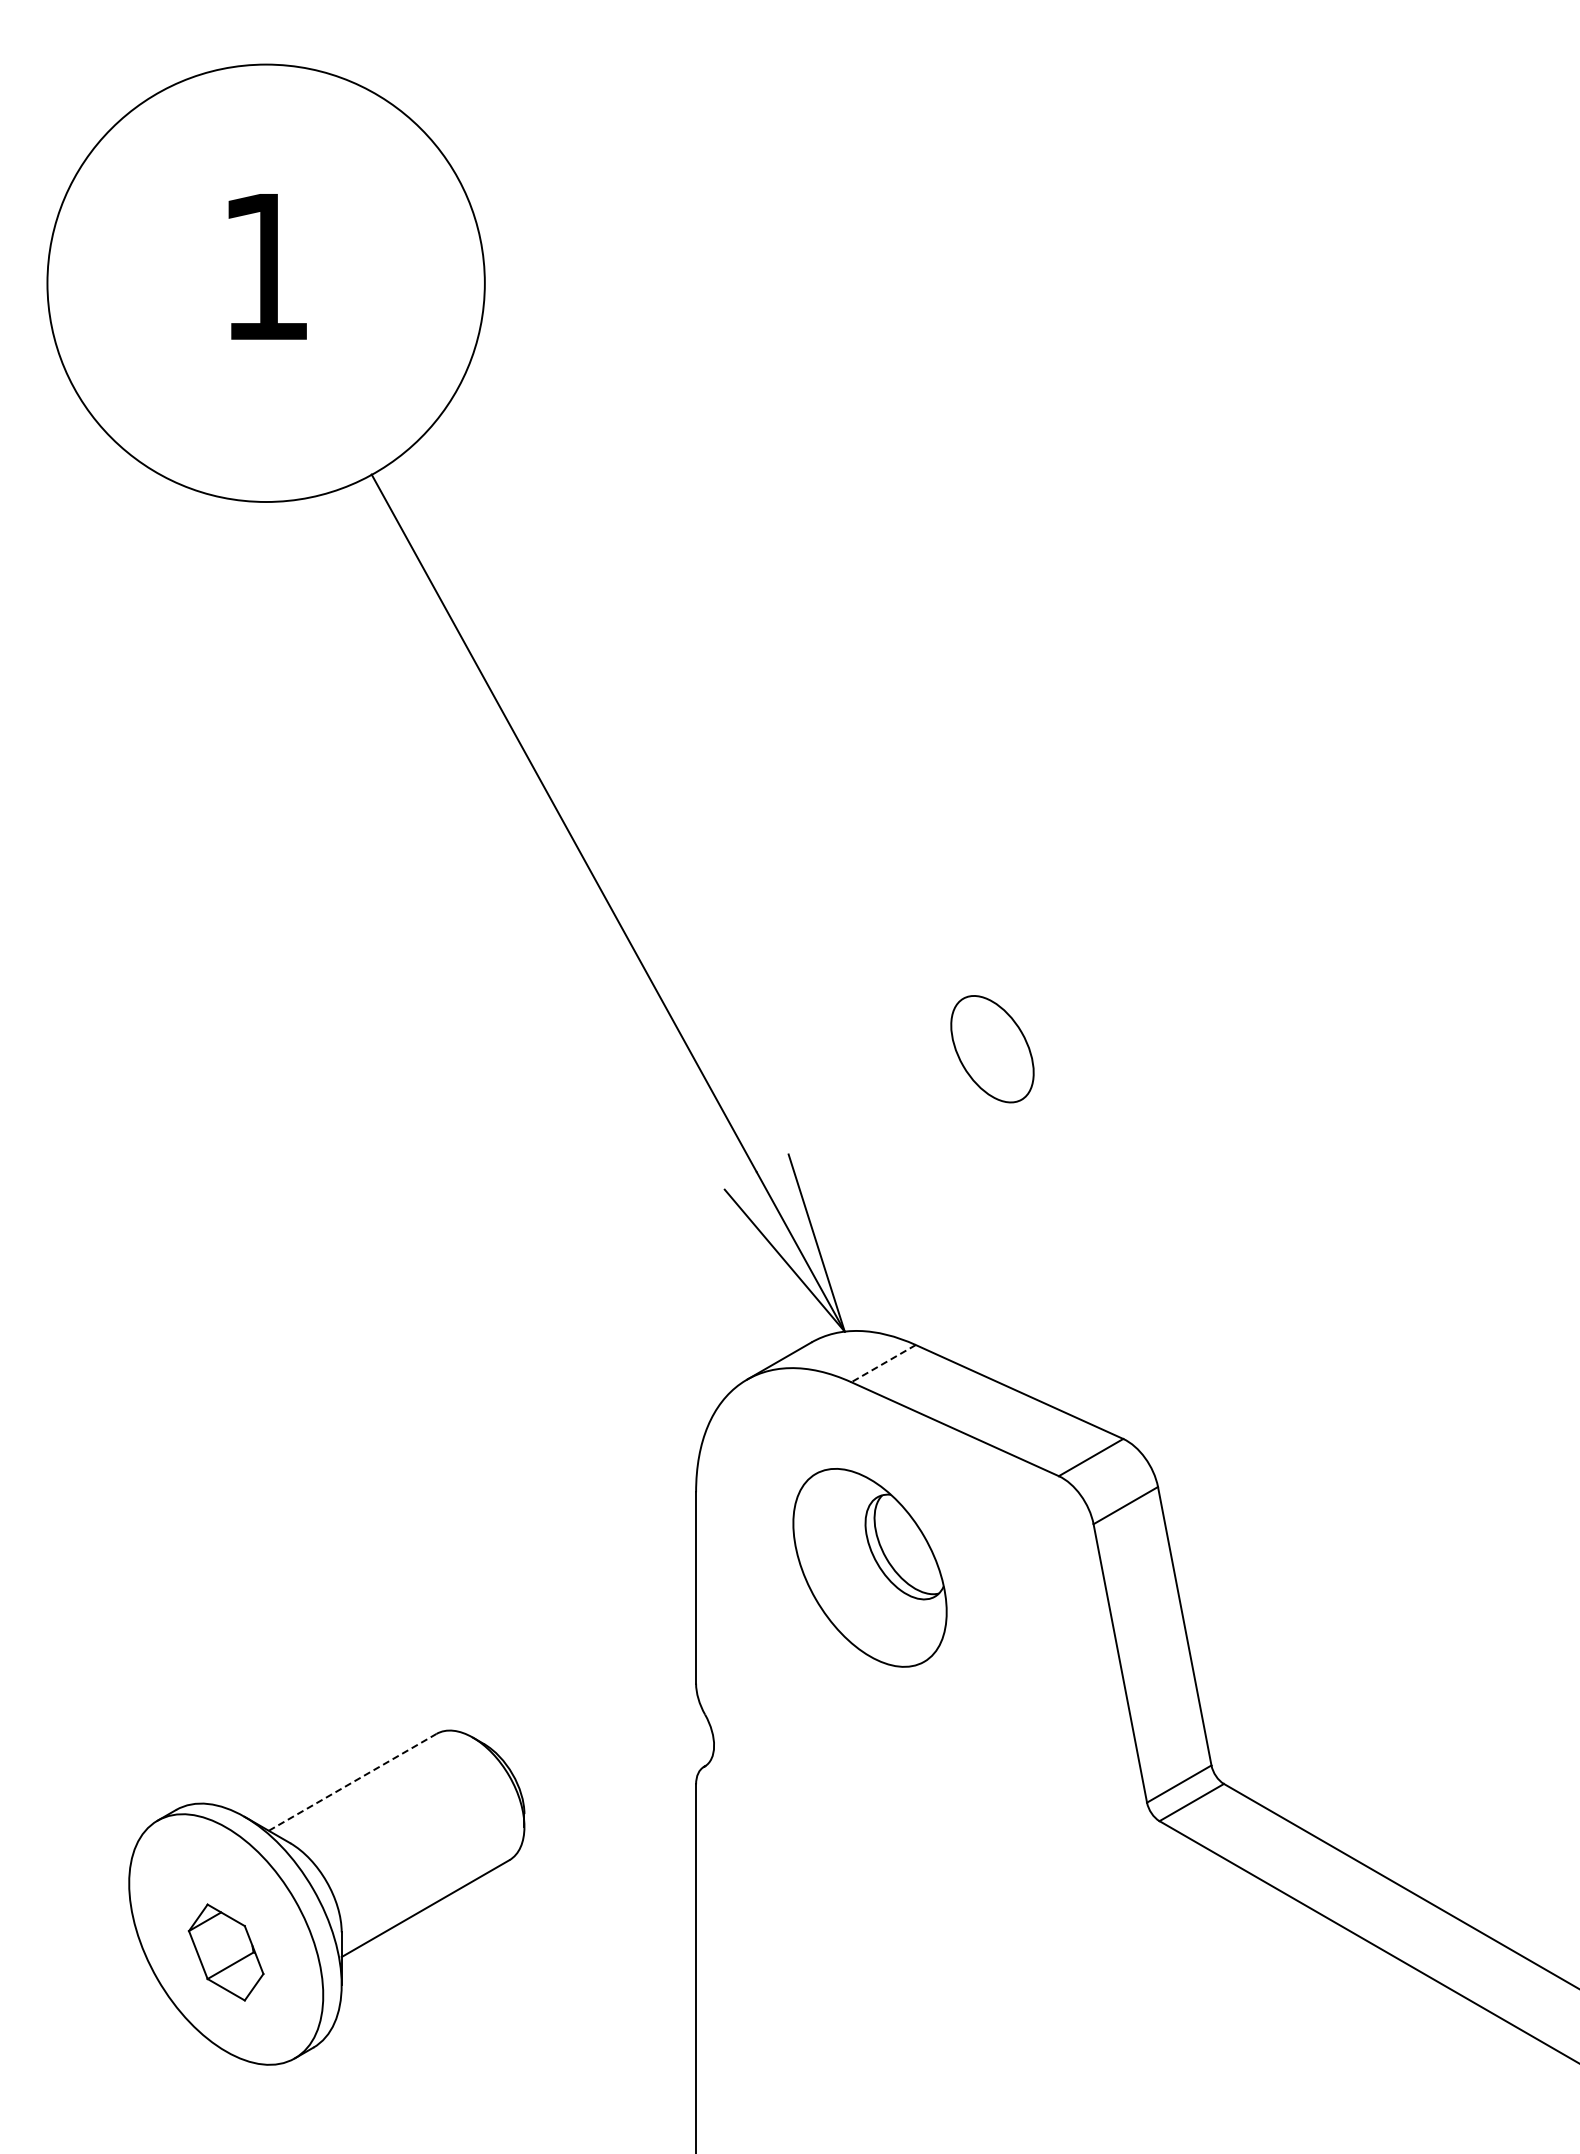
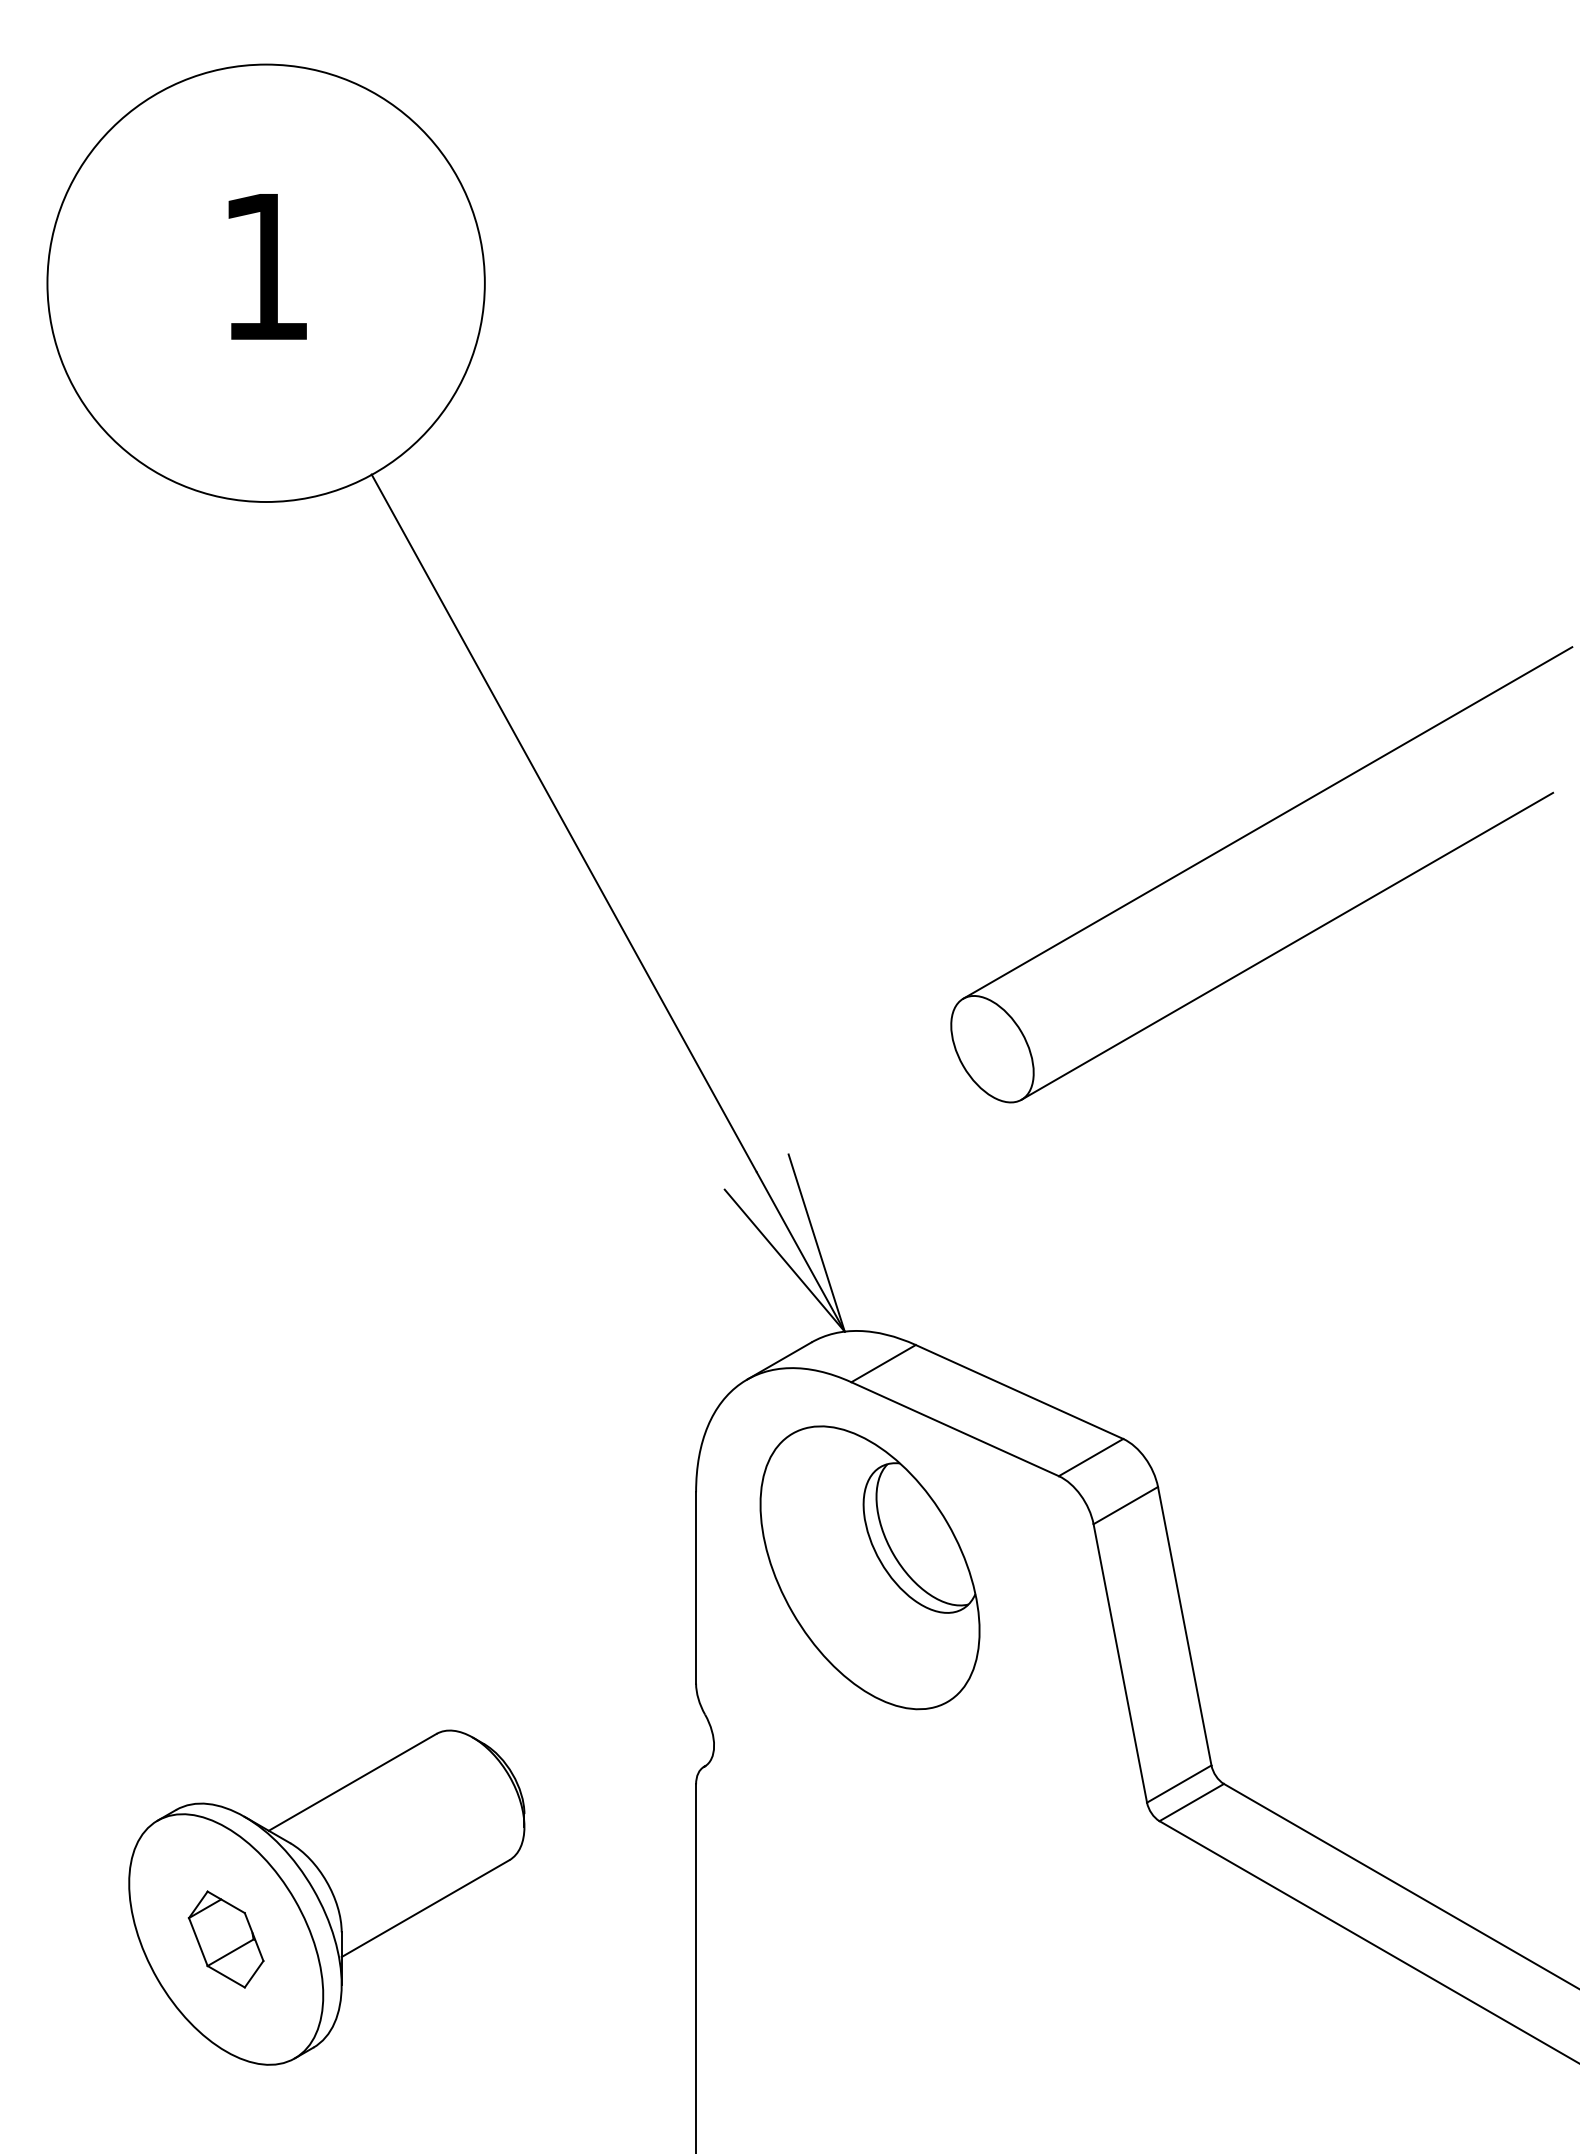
line at (1267, 822): none -> present
line at (1287, 945): none -> present
line at (883, 1363): dashed -> solid
part at (869, 1567) size: 156x200 px -> 222x286 px
line at (352, 1782): dashed -> solid
part at (225, 1952) position: (225, 1952) -> (225, 1939)
